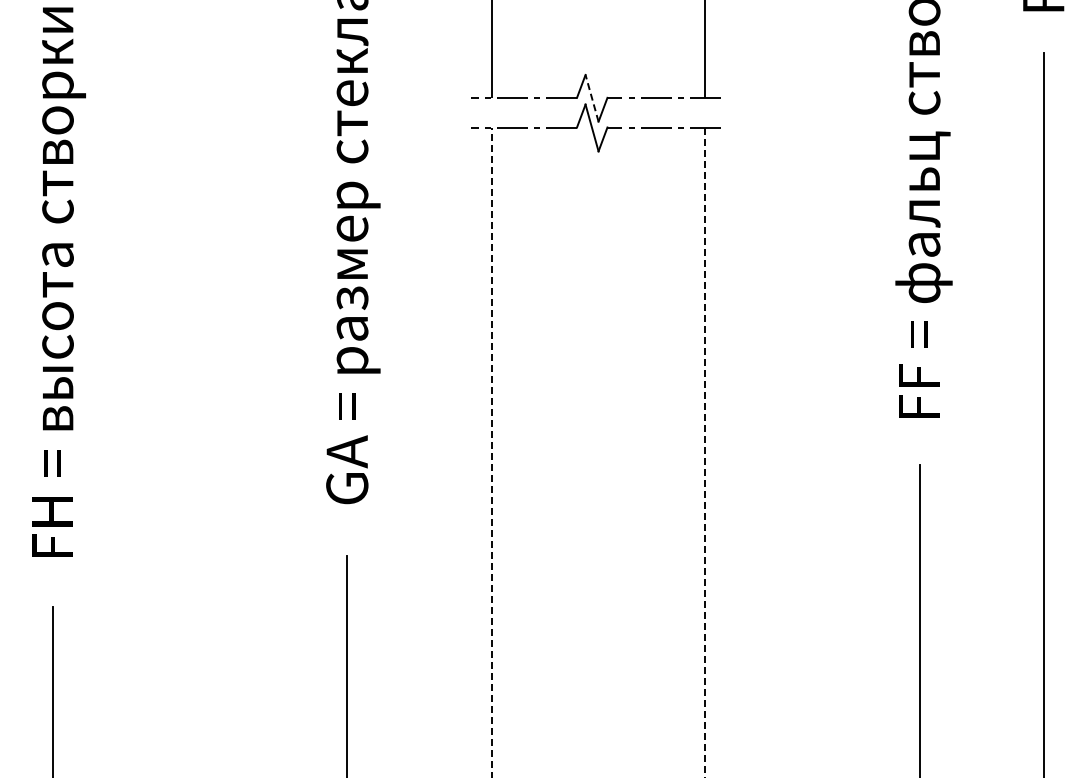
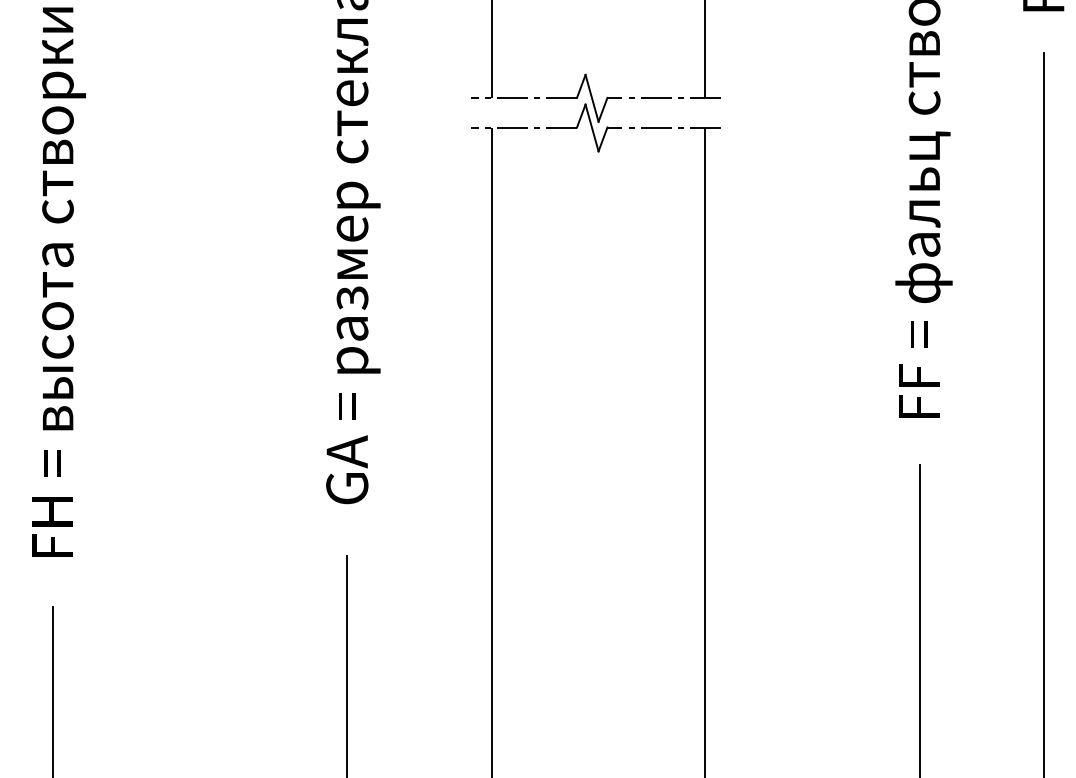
line at (591, 97): dashed -> solid
line at (491, 777): dashed -> solid
